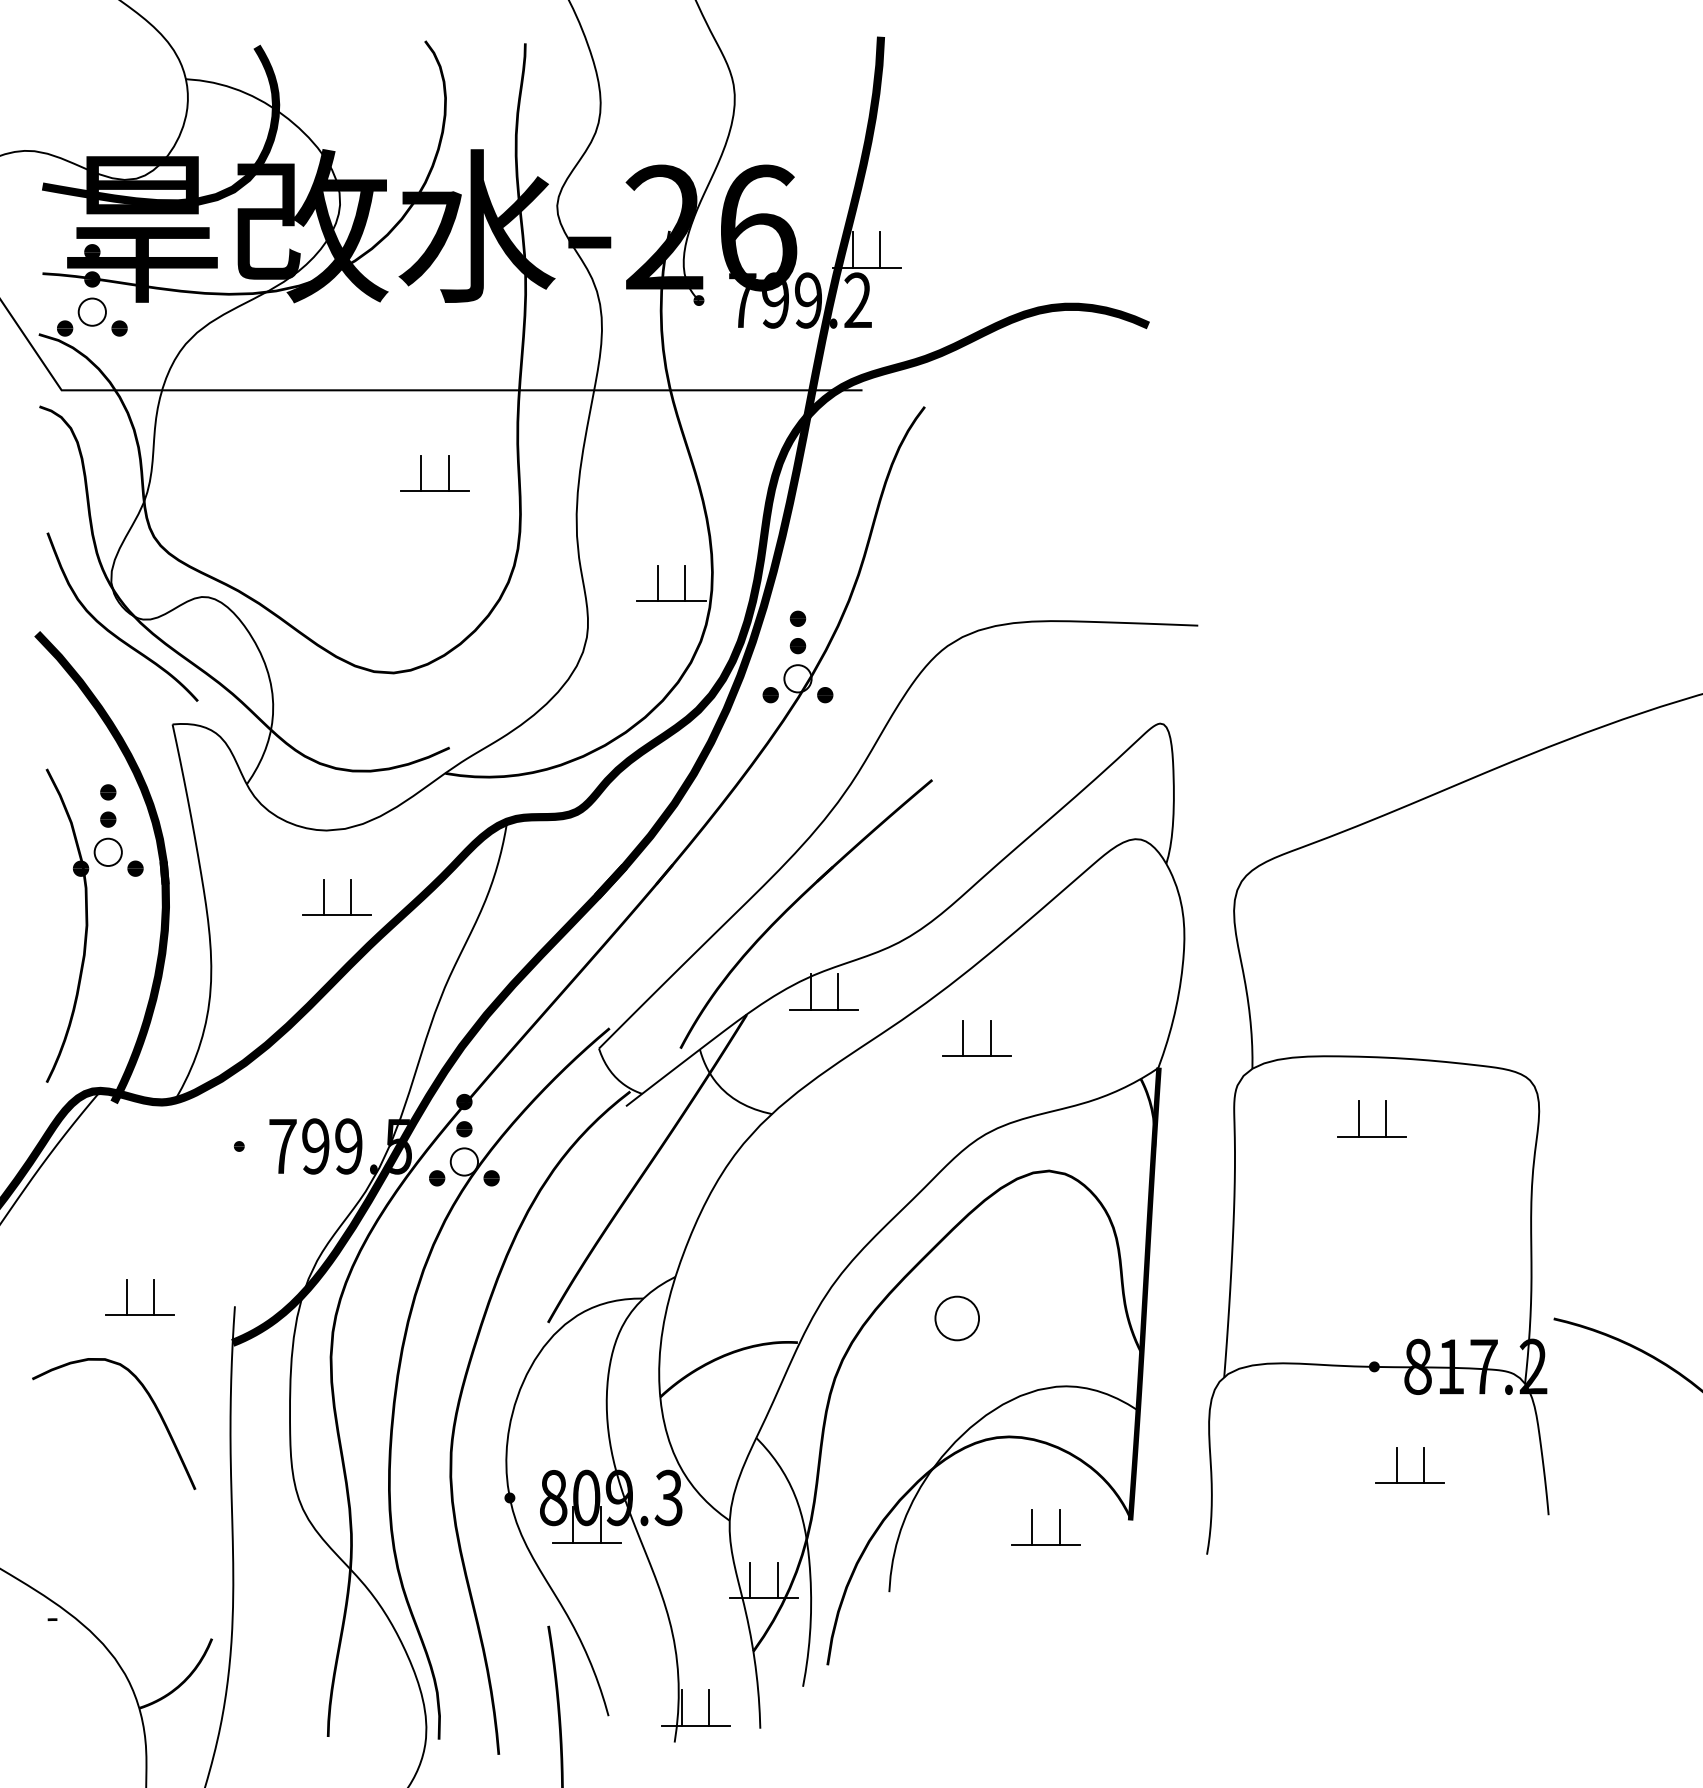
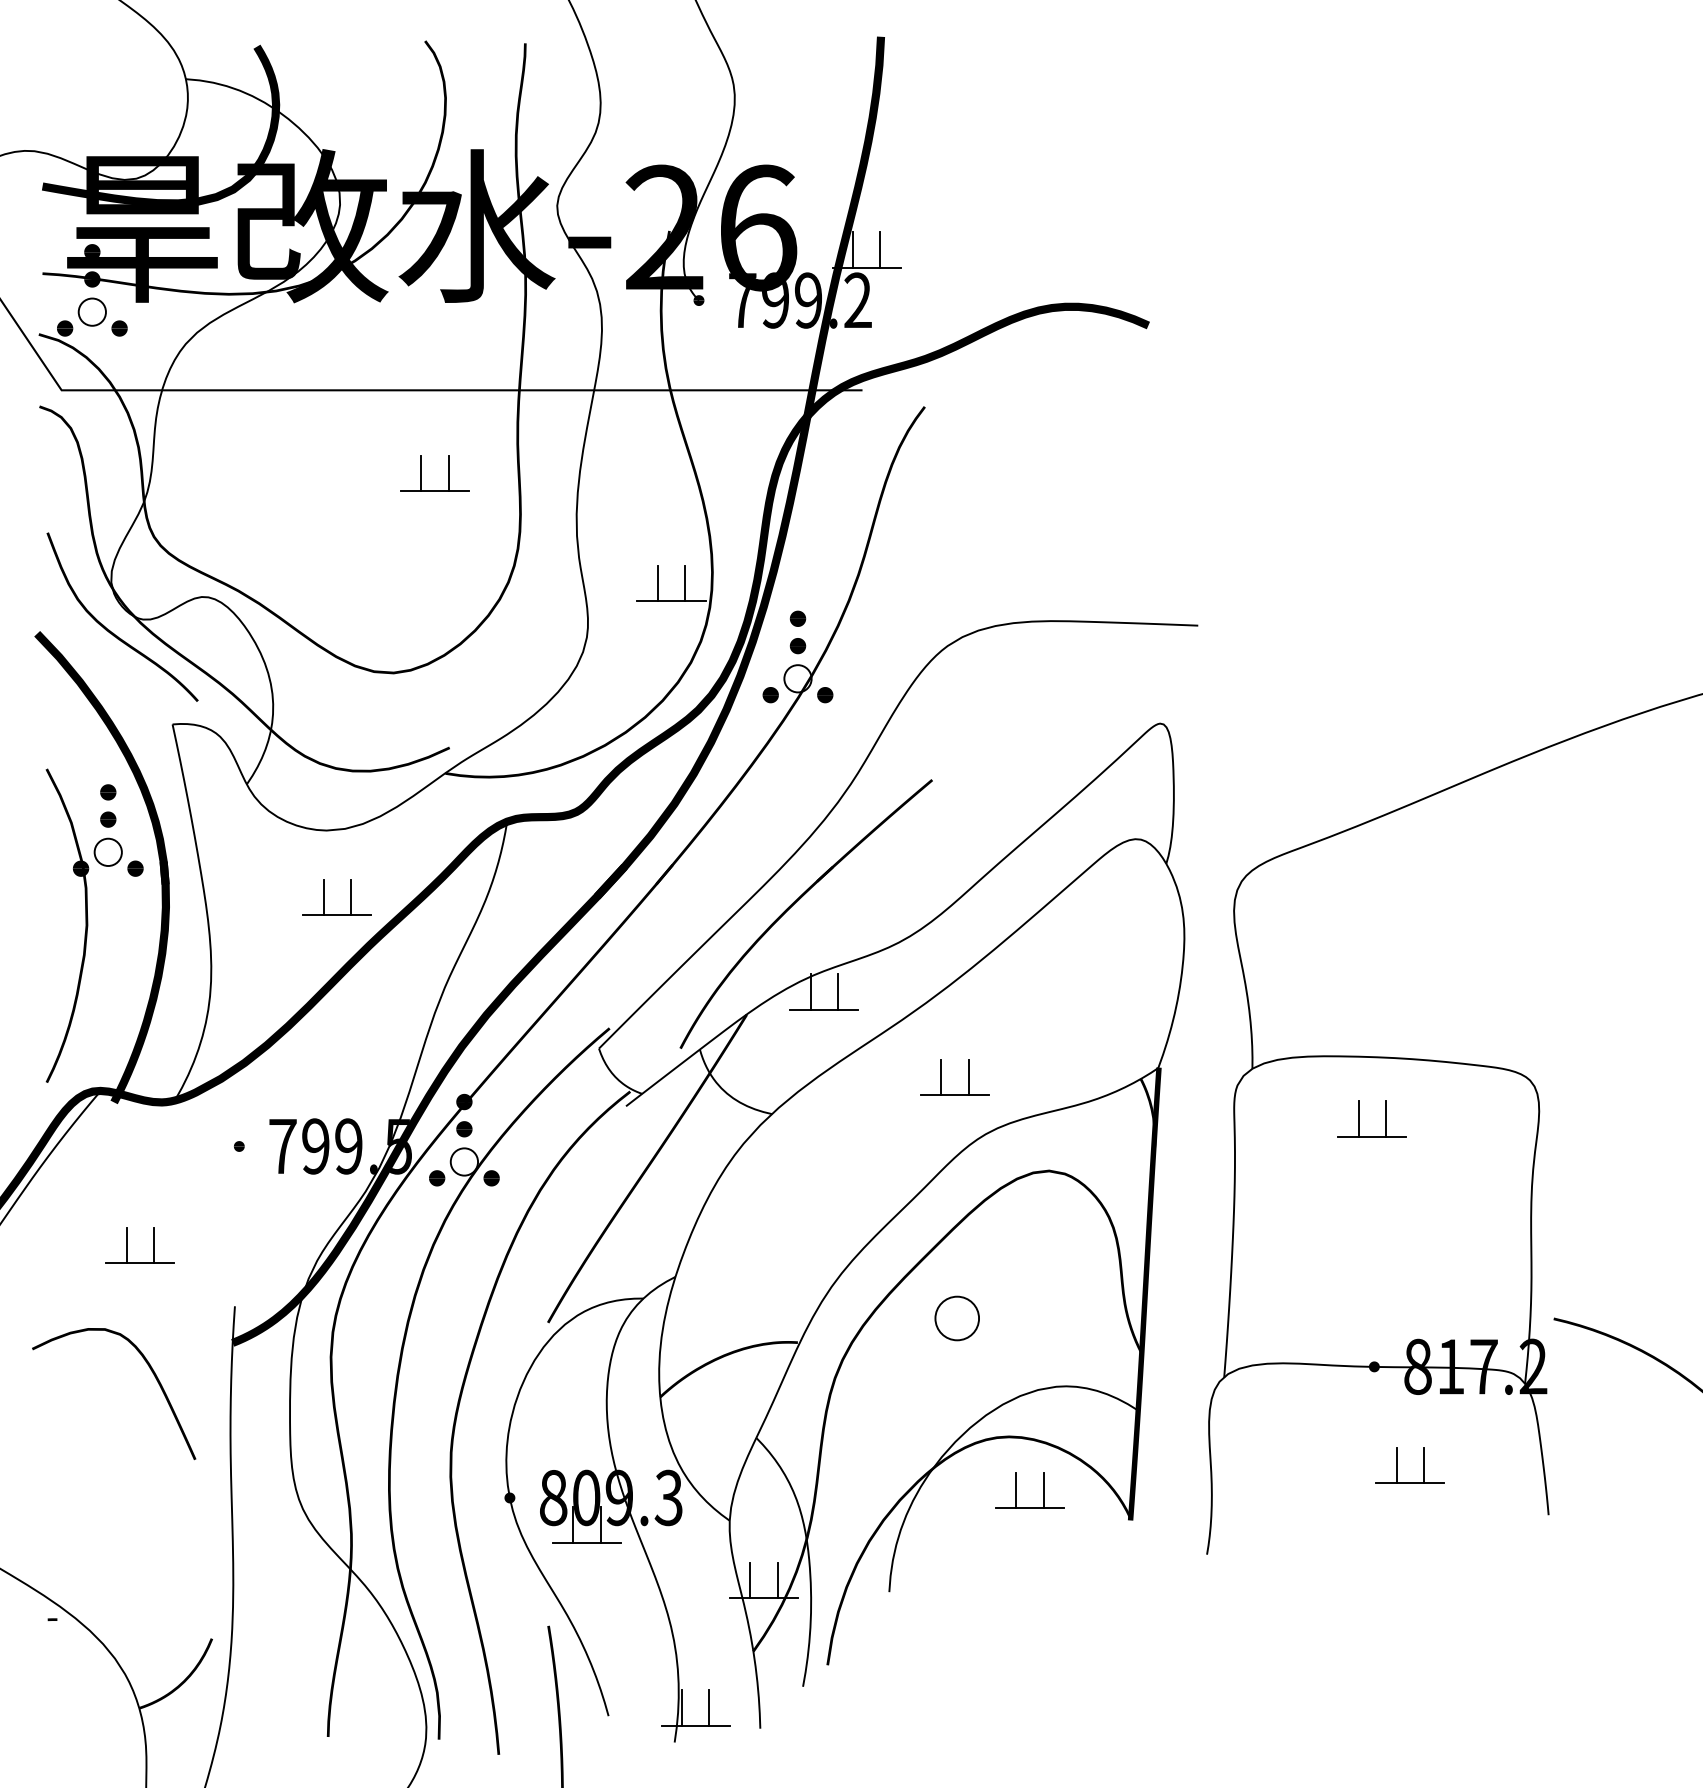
part at (963, 1038) position: (963, 1038) -> (941, 1077)
part at (127, 1297) position: (127, 1297) -> (127, 1245)
curve at (153, 1405) position: (153, 1405) -> (153, 1375)
part at (1032, 1527) position: (1032, 1527) -> (1016, 1490)
